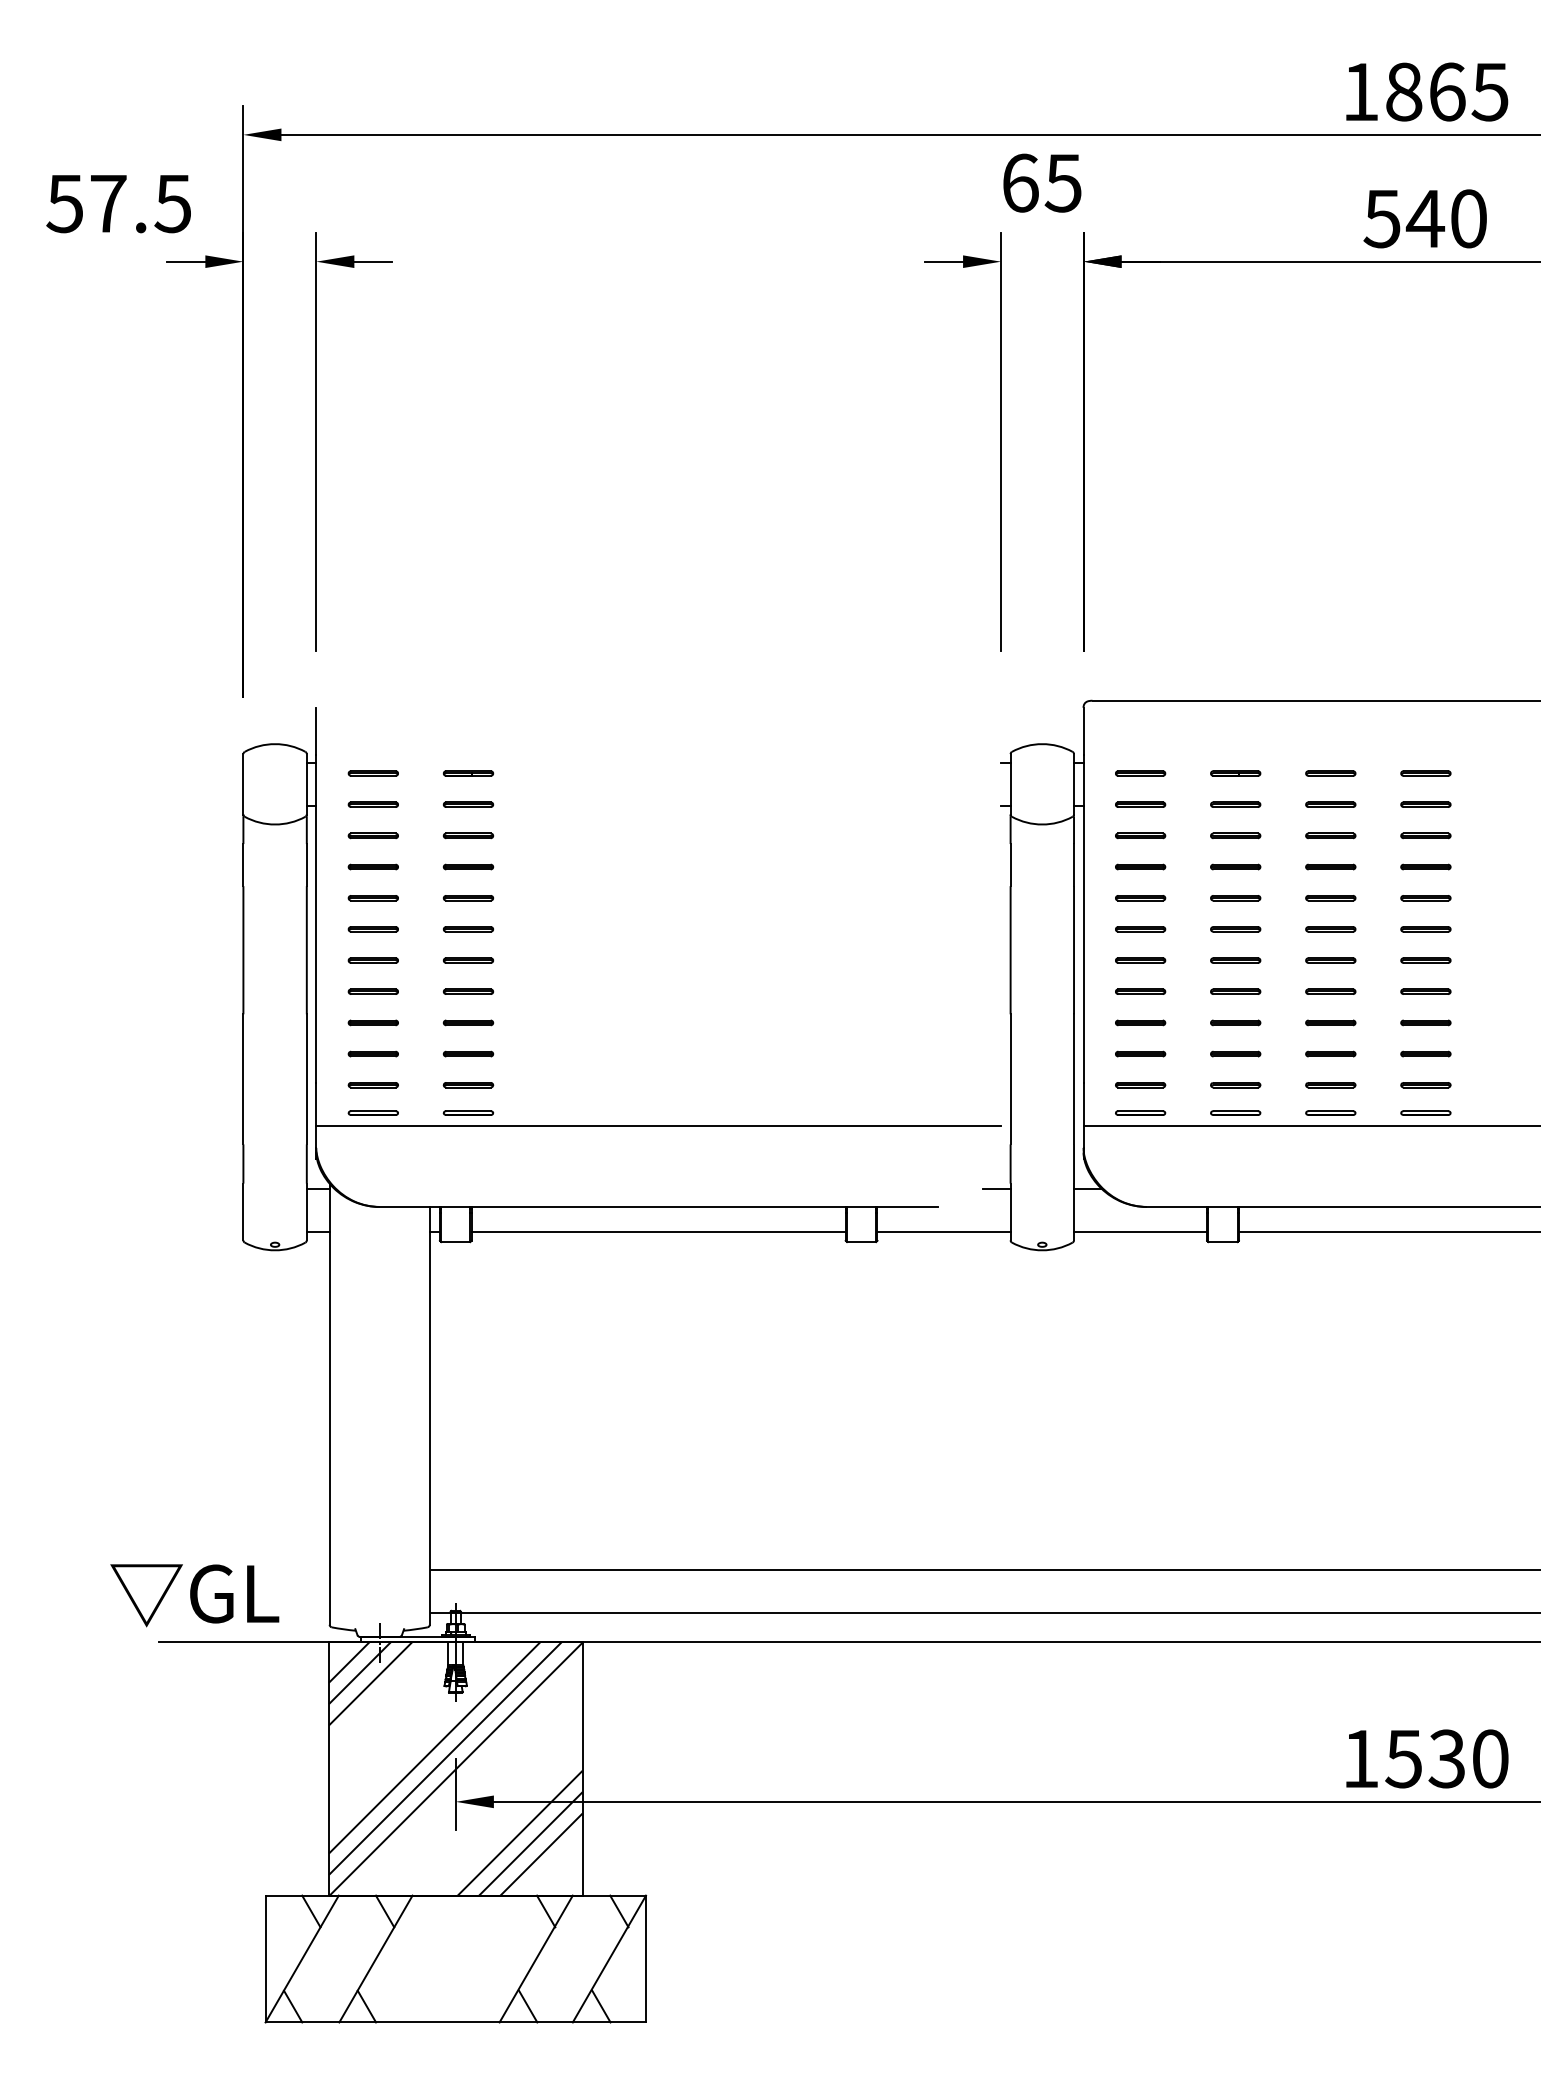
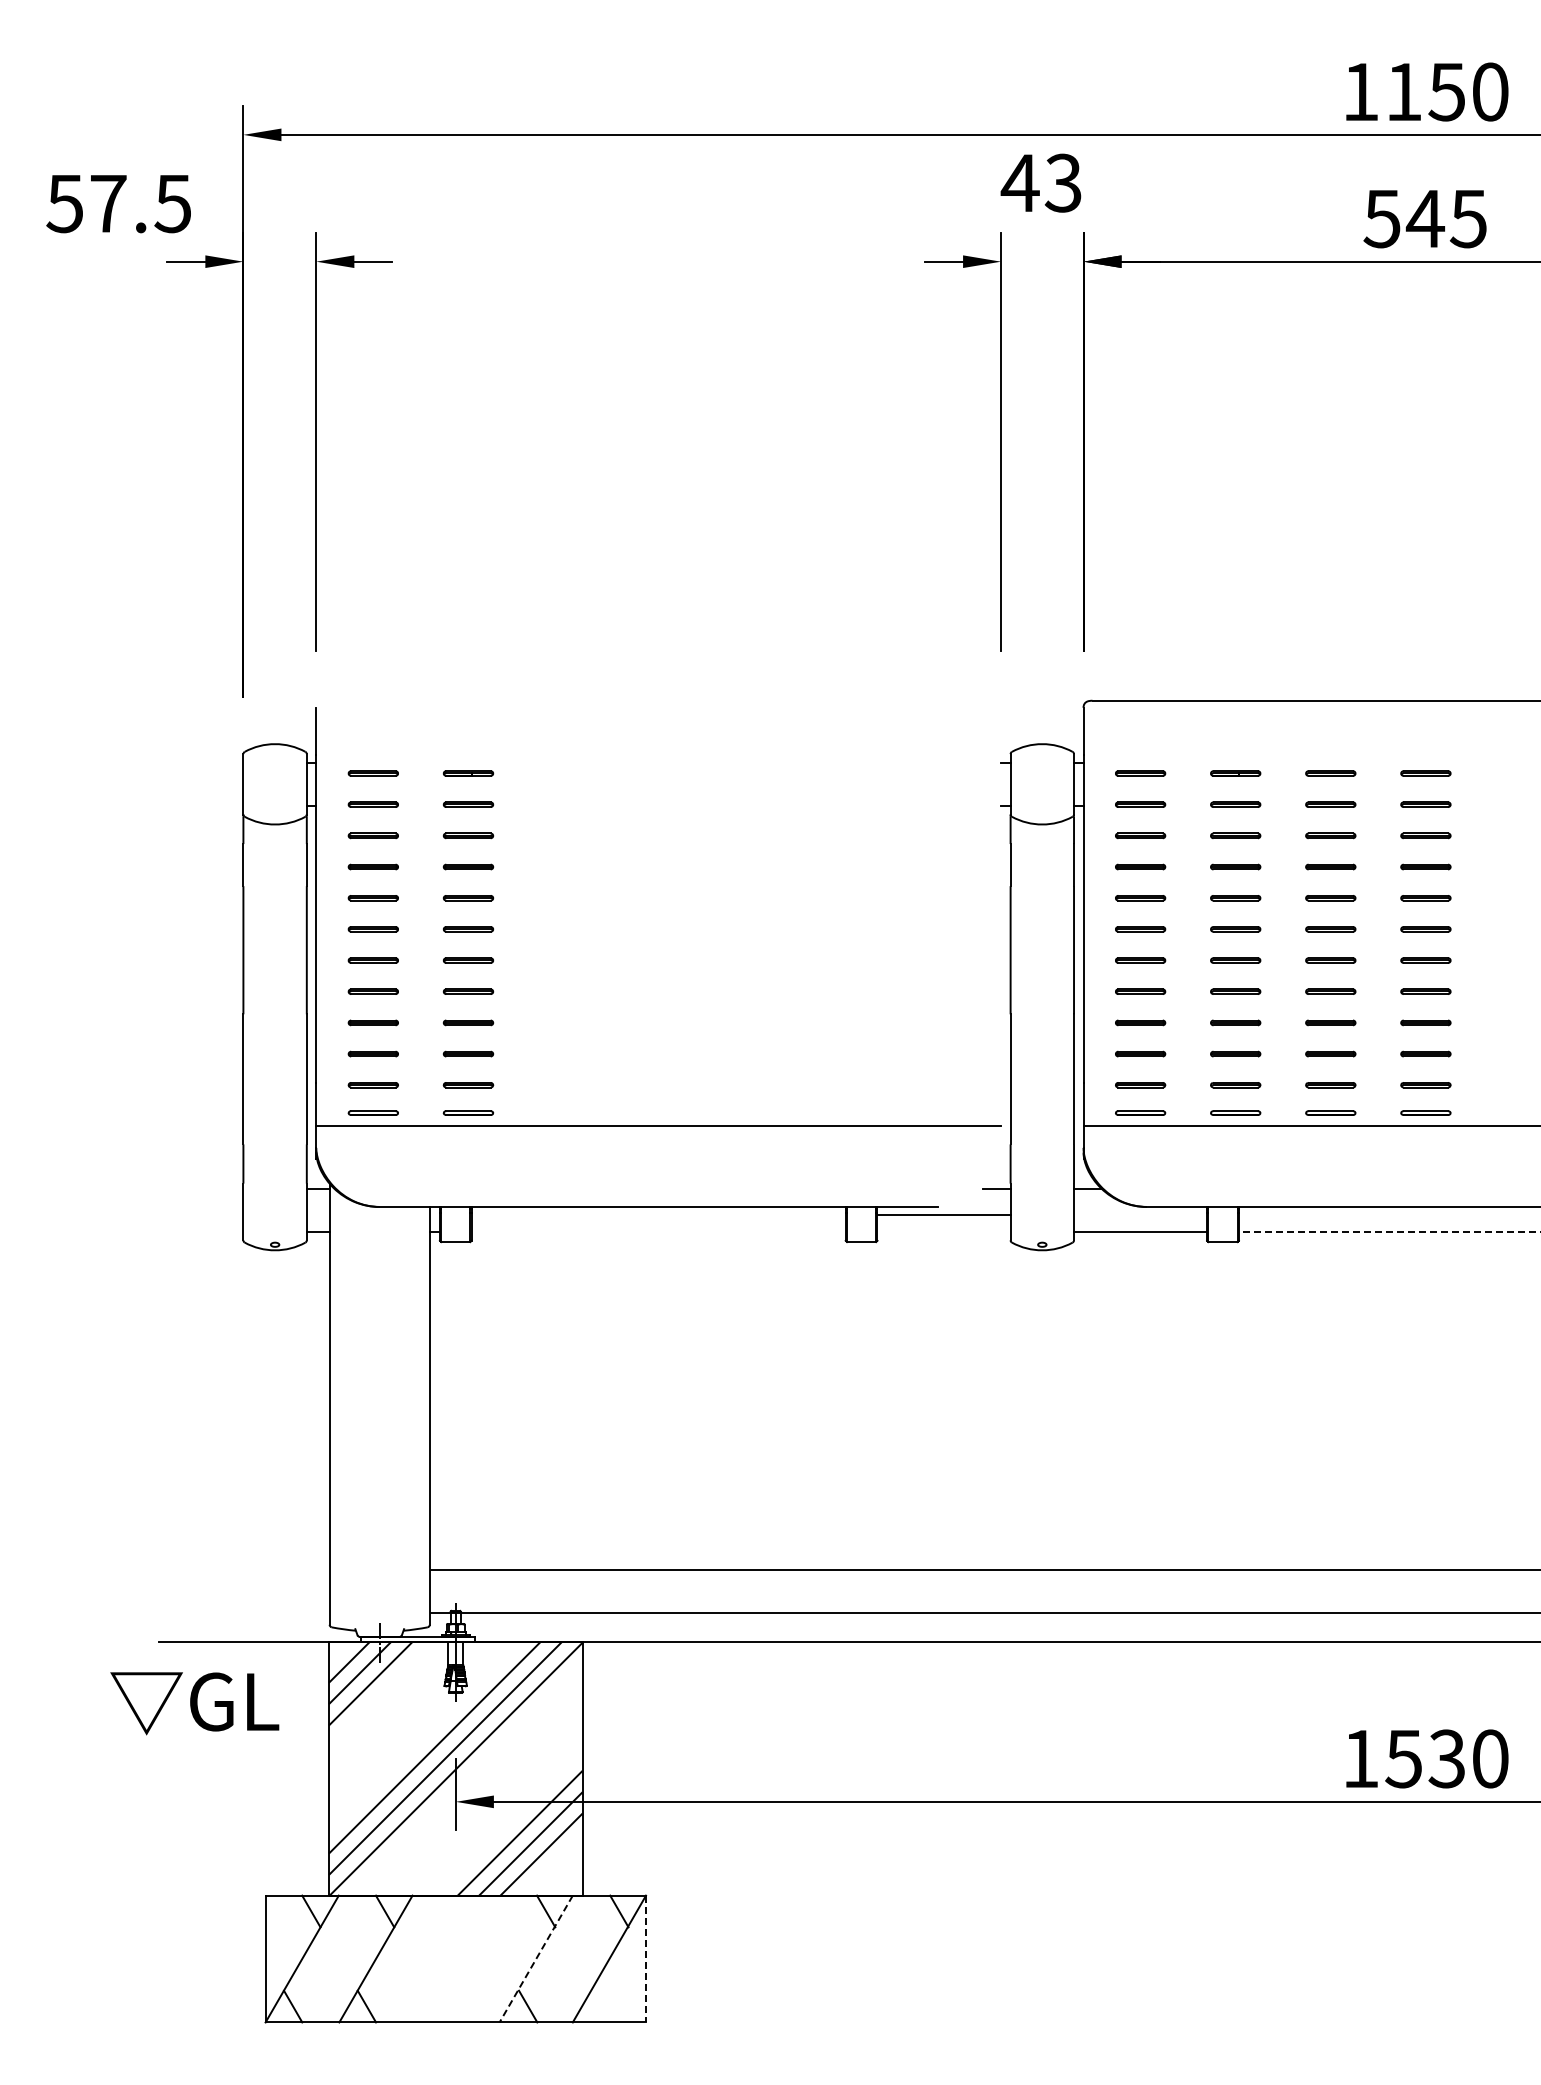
text at (1447, 91): 1865 -> 1150
text at (1040, 182): 65 -> 43
text at (1467, 218): 540 -> 545
line at (658, 1231): present -> none
line at (943, 1231) position: (943, 1231) -> (943, 1214)
line at (1389, 1231): solid -> dashed
text at (194, 1595) position: (194, 1595) -> (194, 1703)
line at (535, 1959): solid -> dashed
line at (646, 1959): solid -> dashed
line at (601, 2006): present -> none
